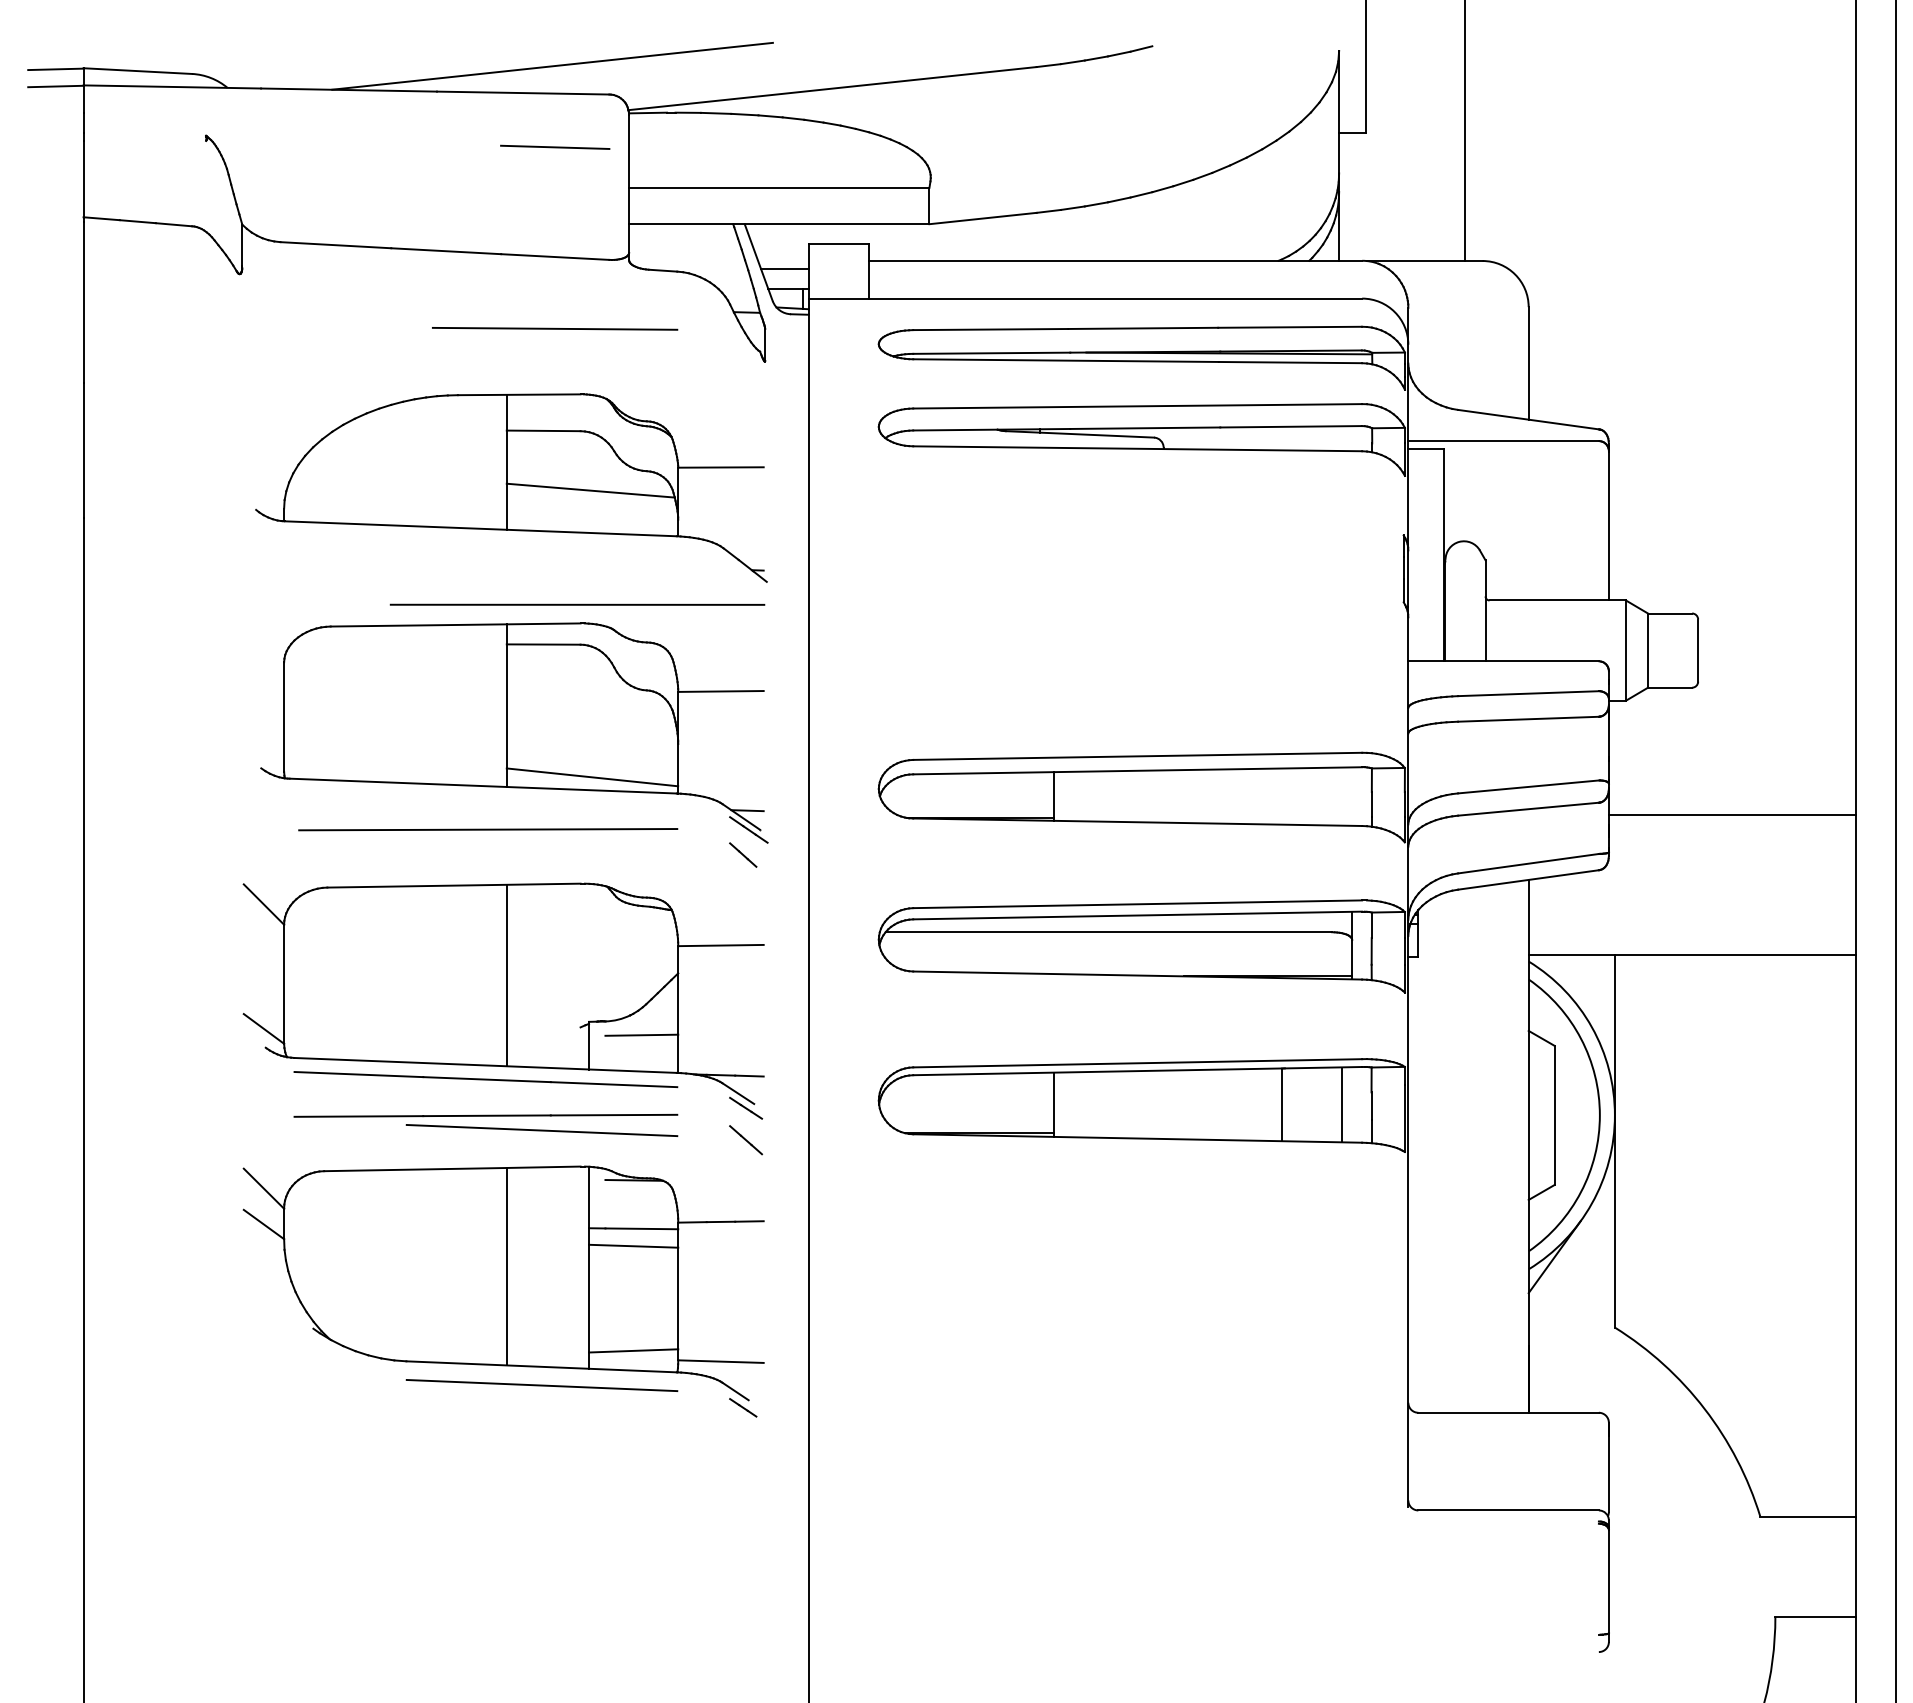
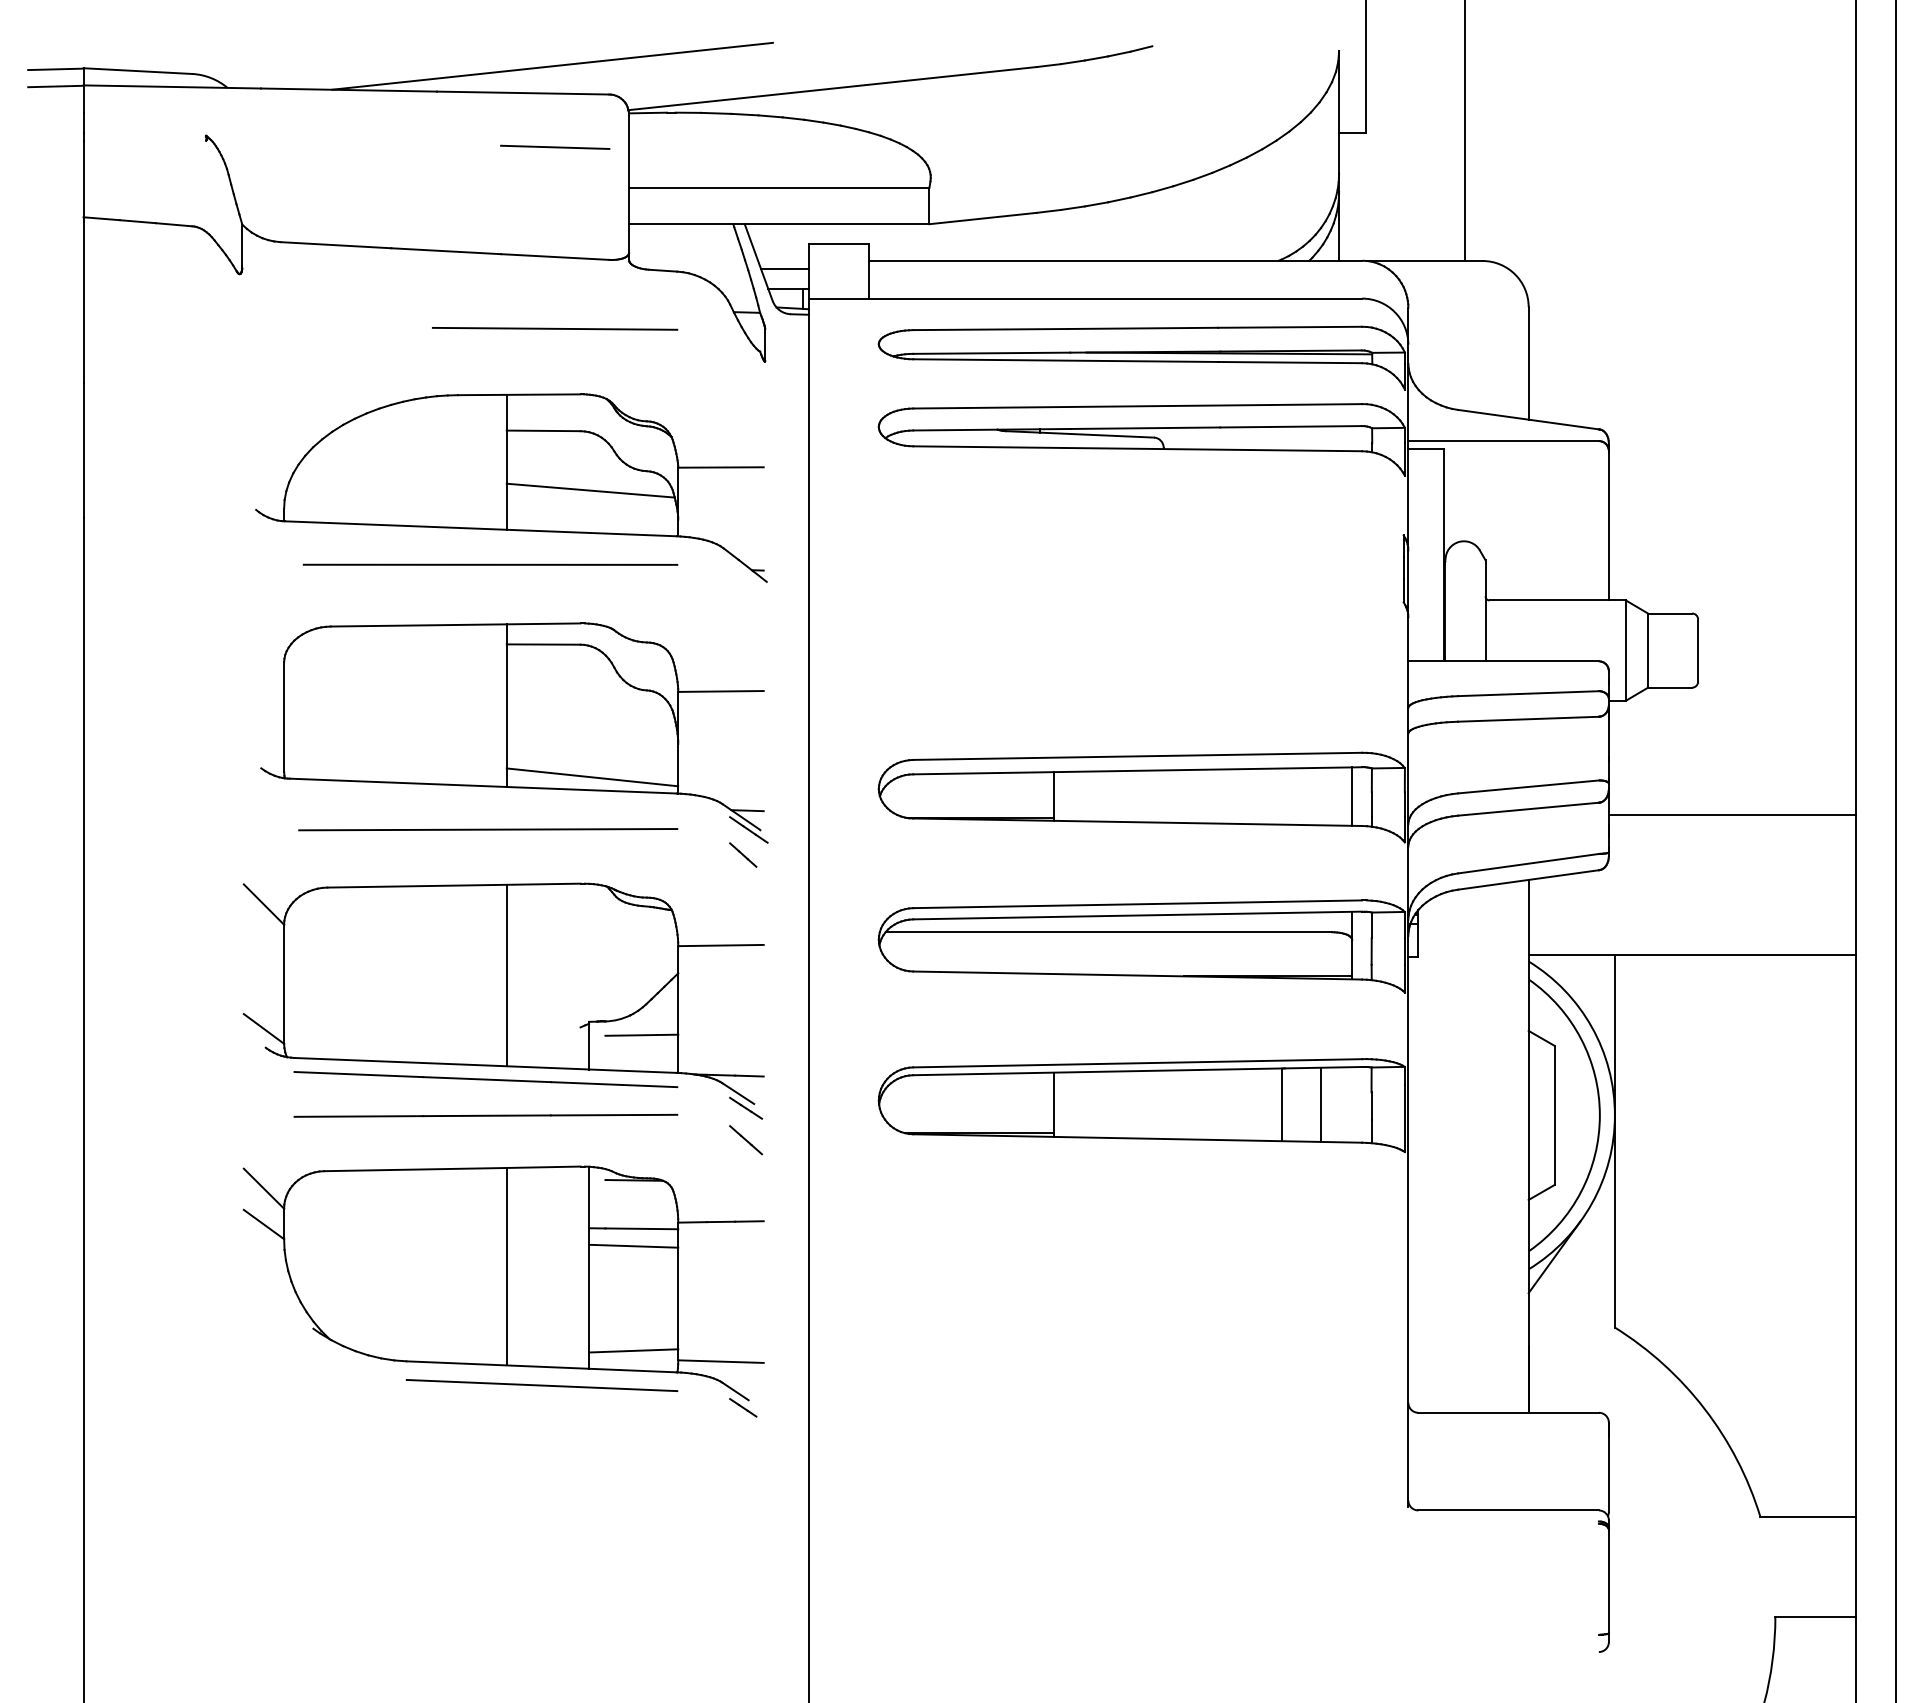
line at (577, 604) position: (577, 604) -> (490, 564)
line at (1352, 796): none -> present
line at (1342, 1104) position: (1342, 1104) -> (1321, 1104)
line at (541, 1130): present -> none
